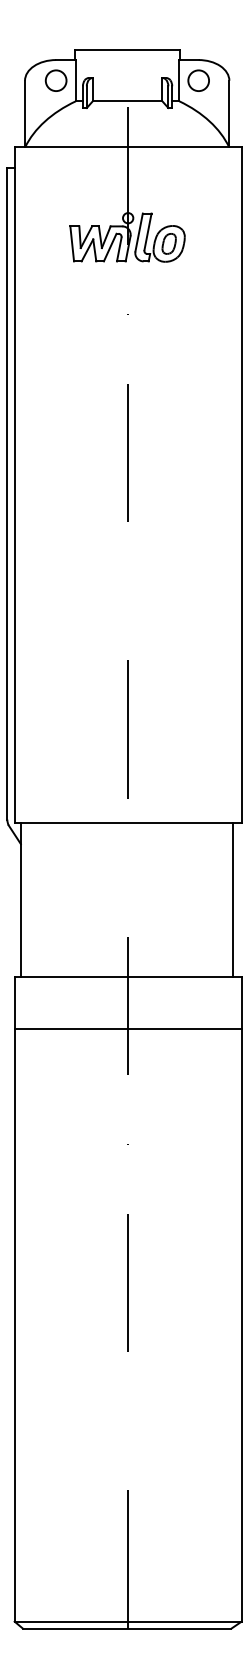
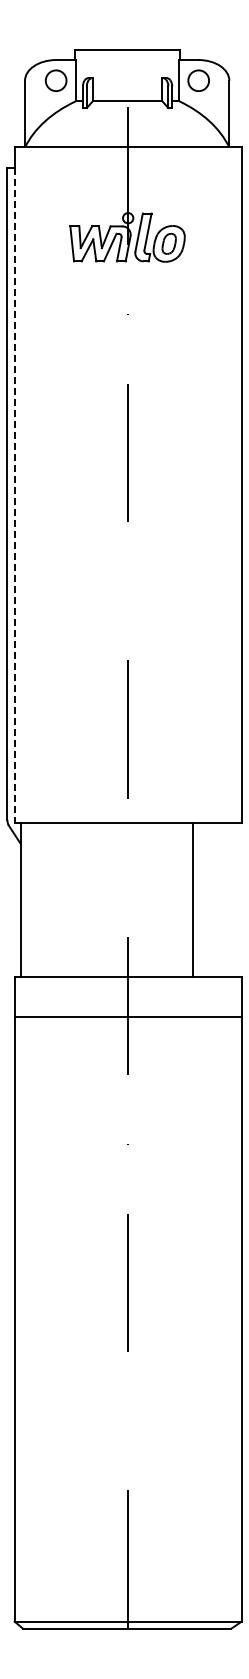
line at (14, 496): solid -> dashed
line at (233, 900) position: (233, 900) -> (193, 900)
line at (127, 1028) position: (127, 1028) -> (127, 1016)
